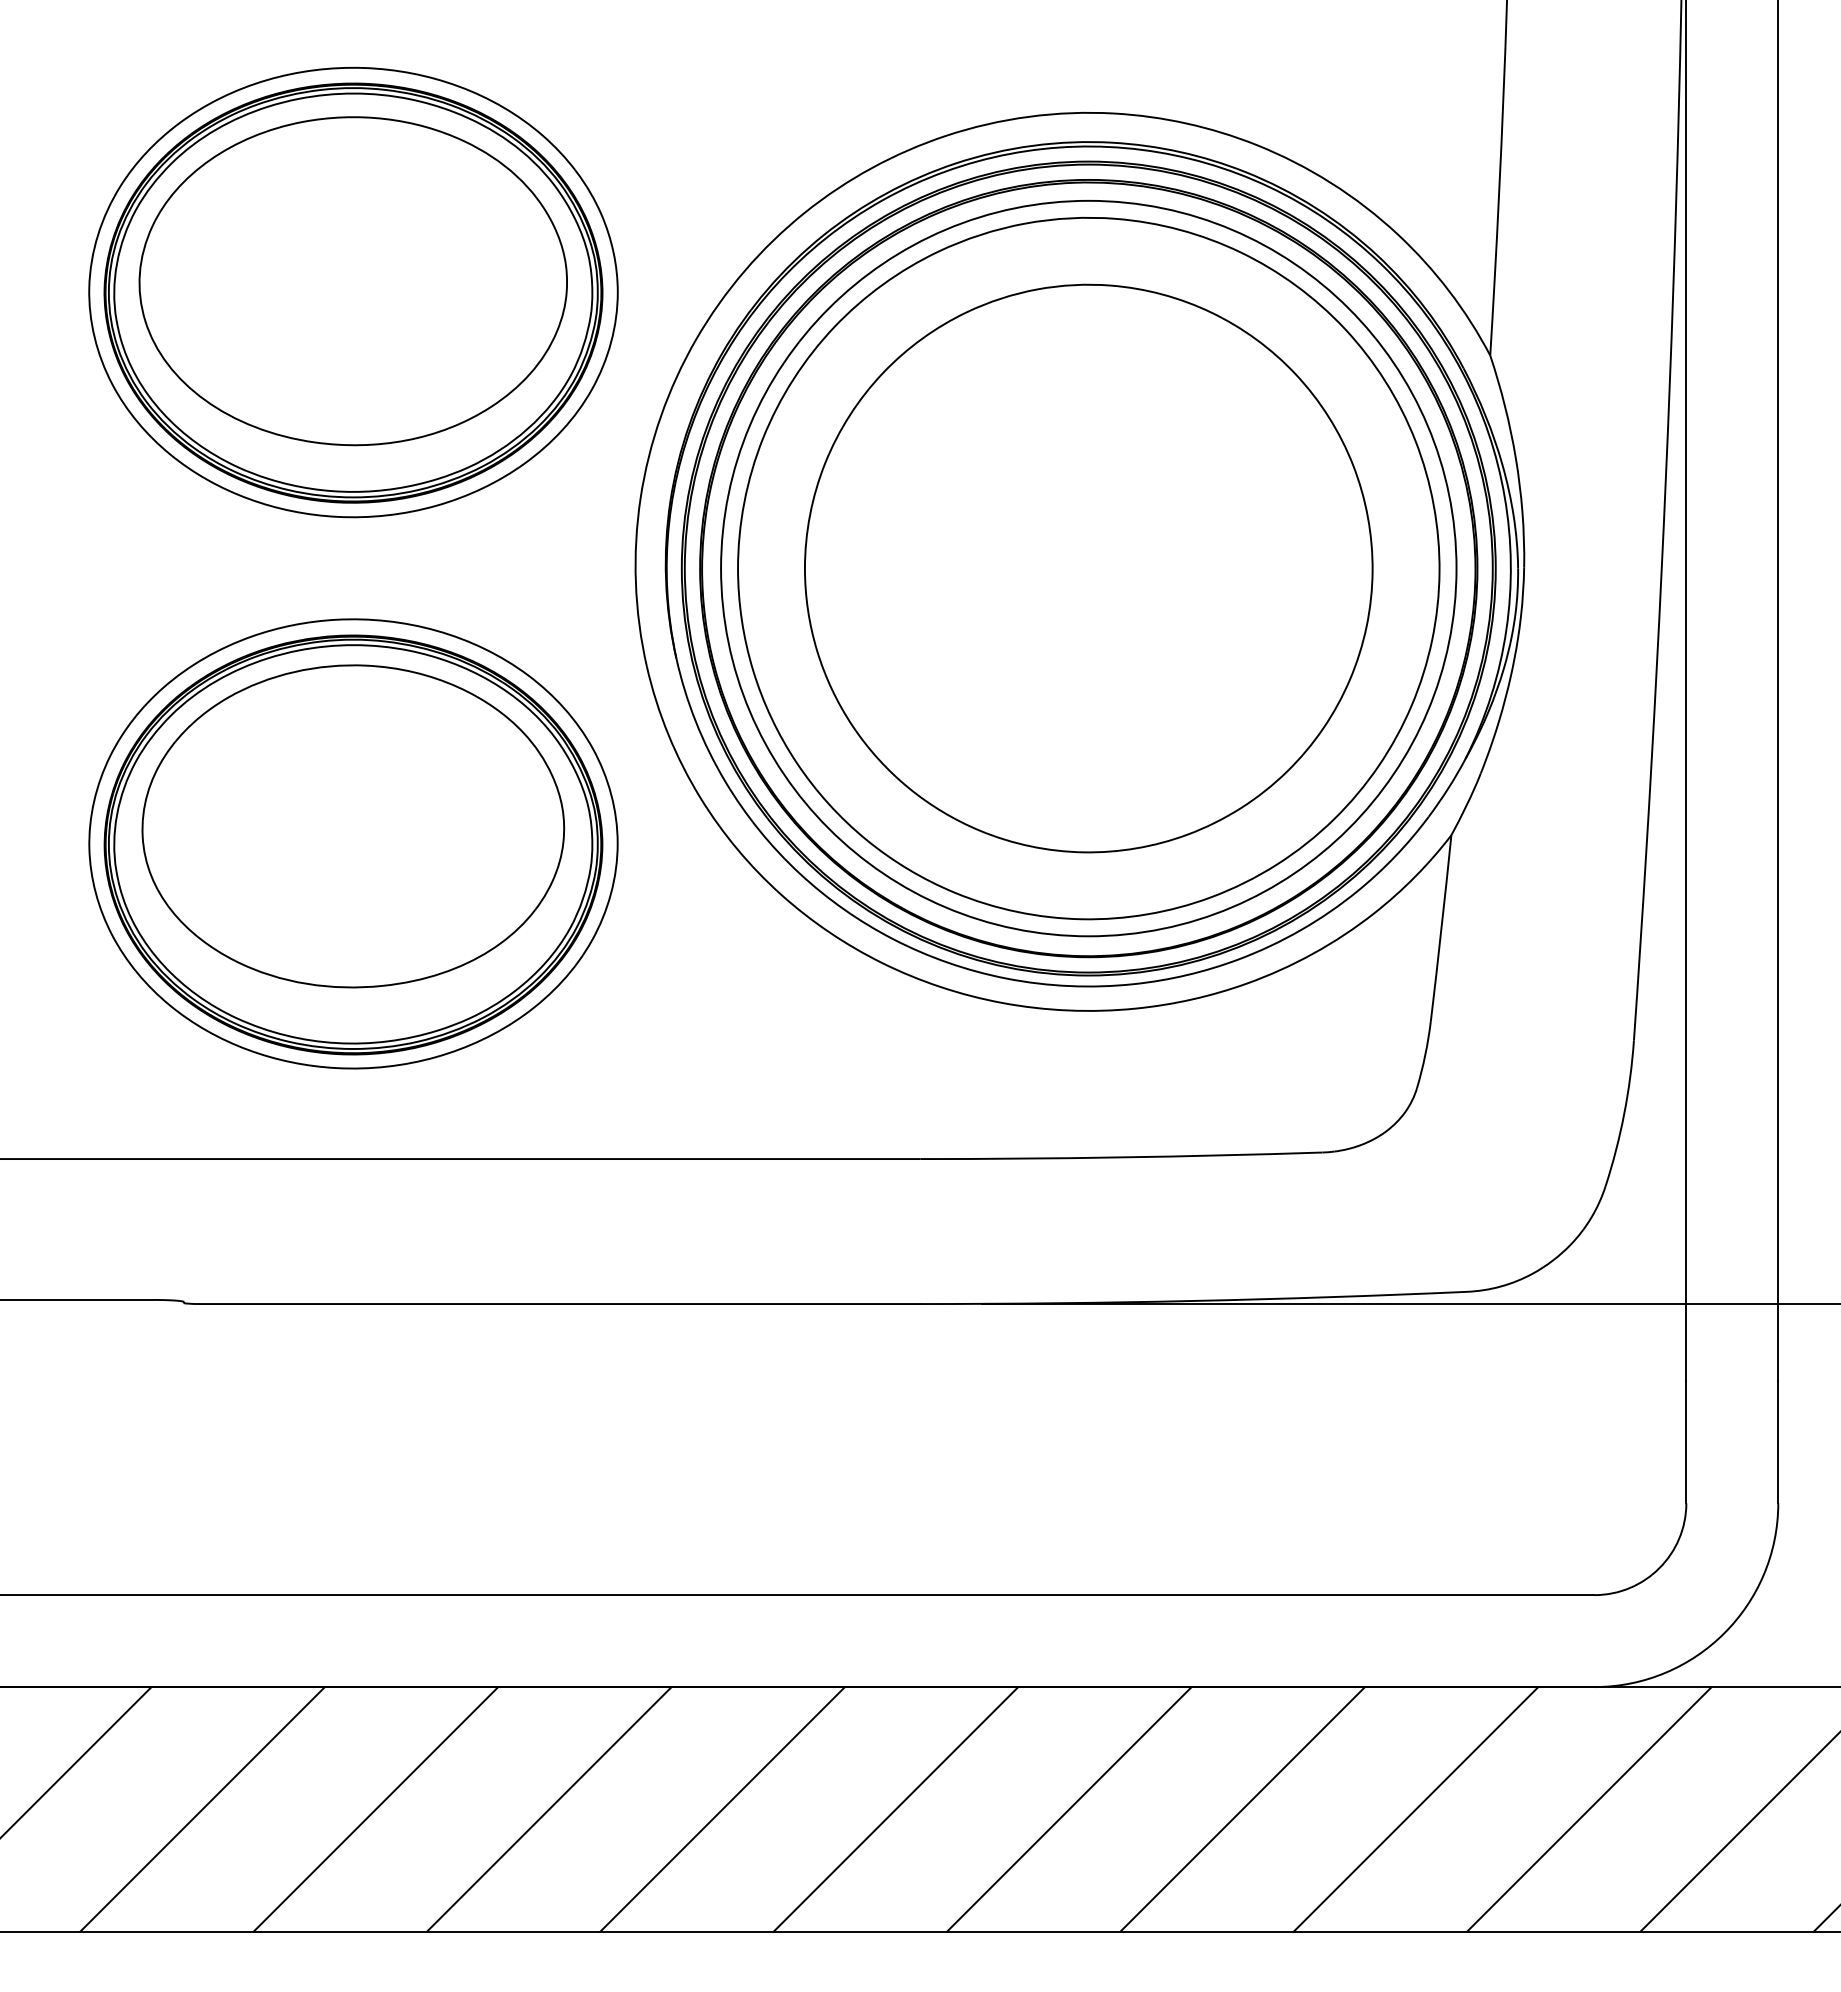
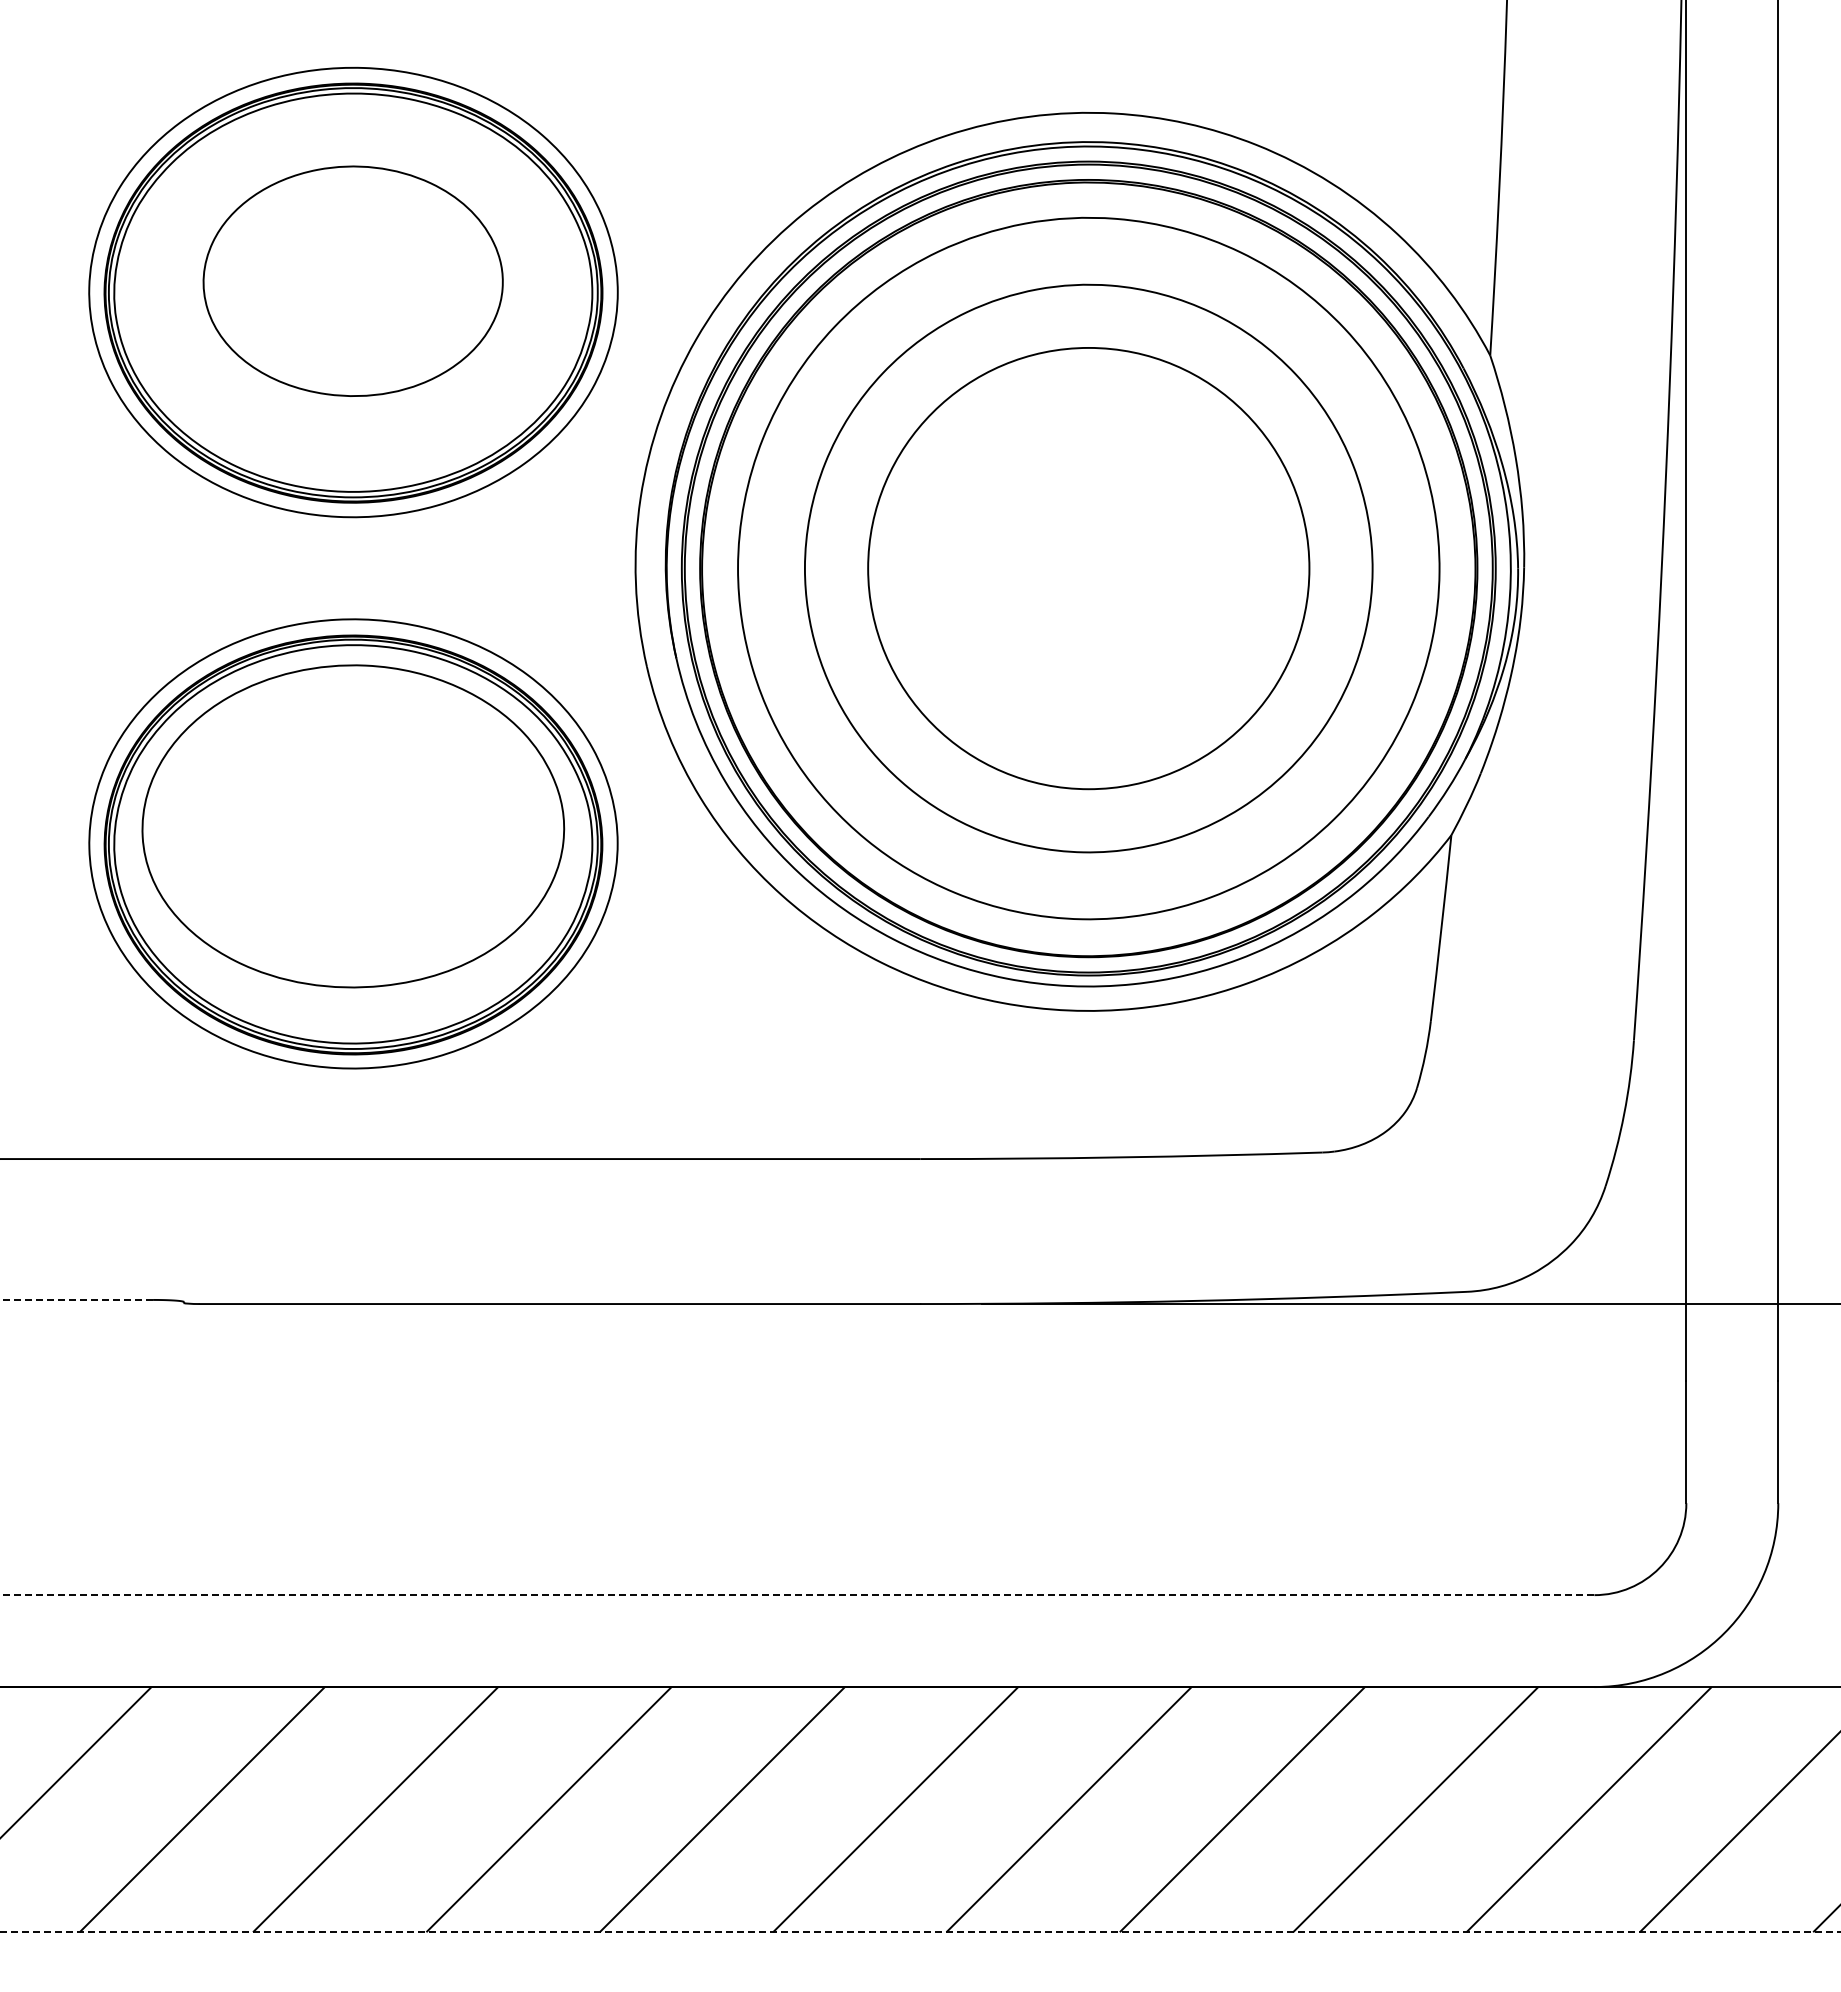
part at (352, 281) size: 430x331 px -> 302x232 px
circle at (1088, 568) diameter: 735 px -> 441 px
line at (77, 1299): solid -> dashed
line at (797, 1595): solid -> dashed
line at (920, 1932): solid -> dashed
